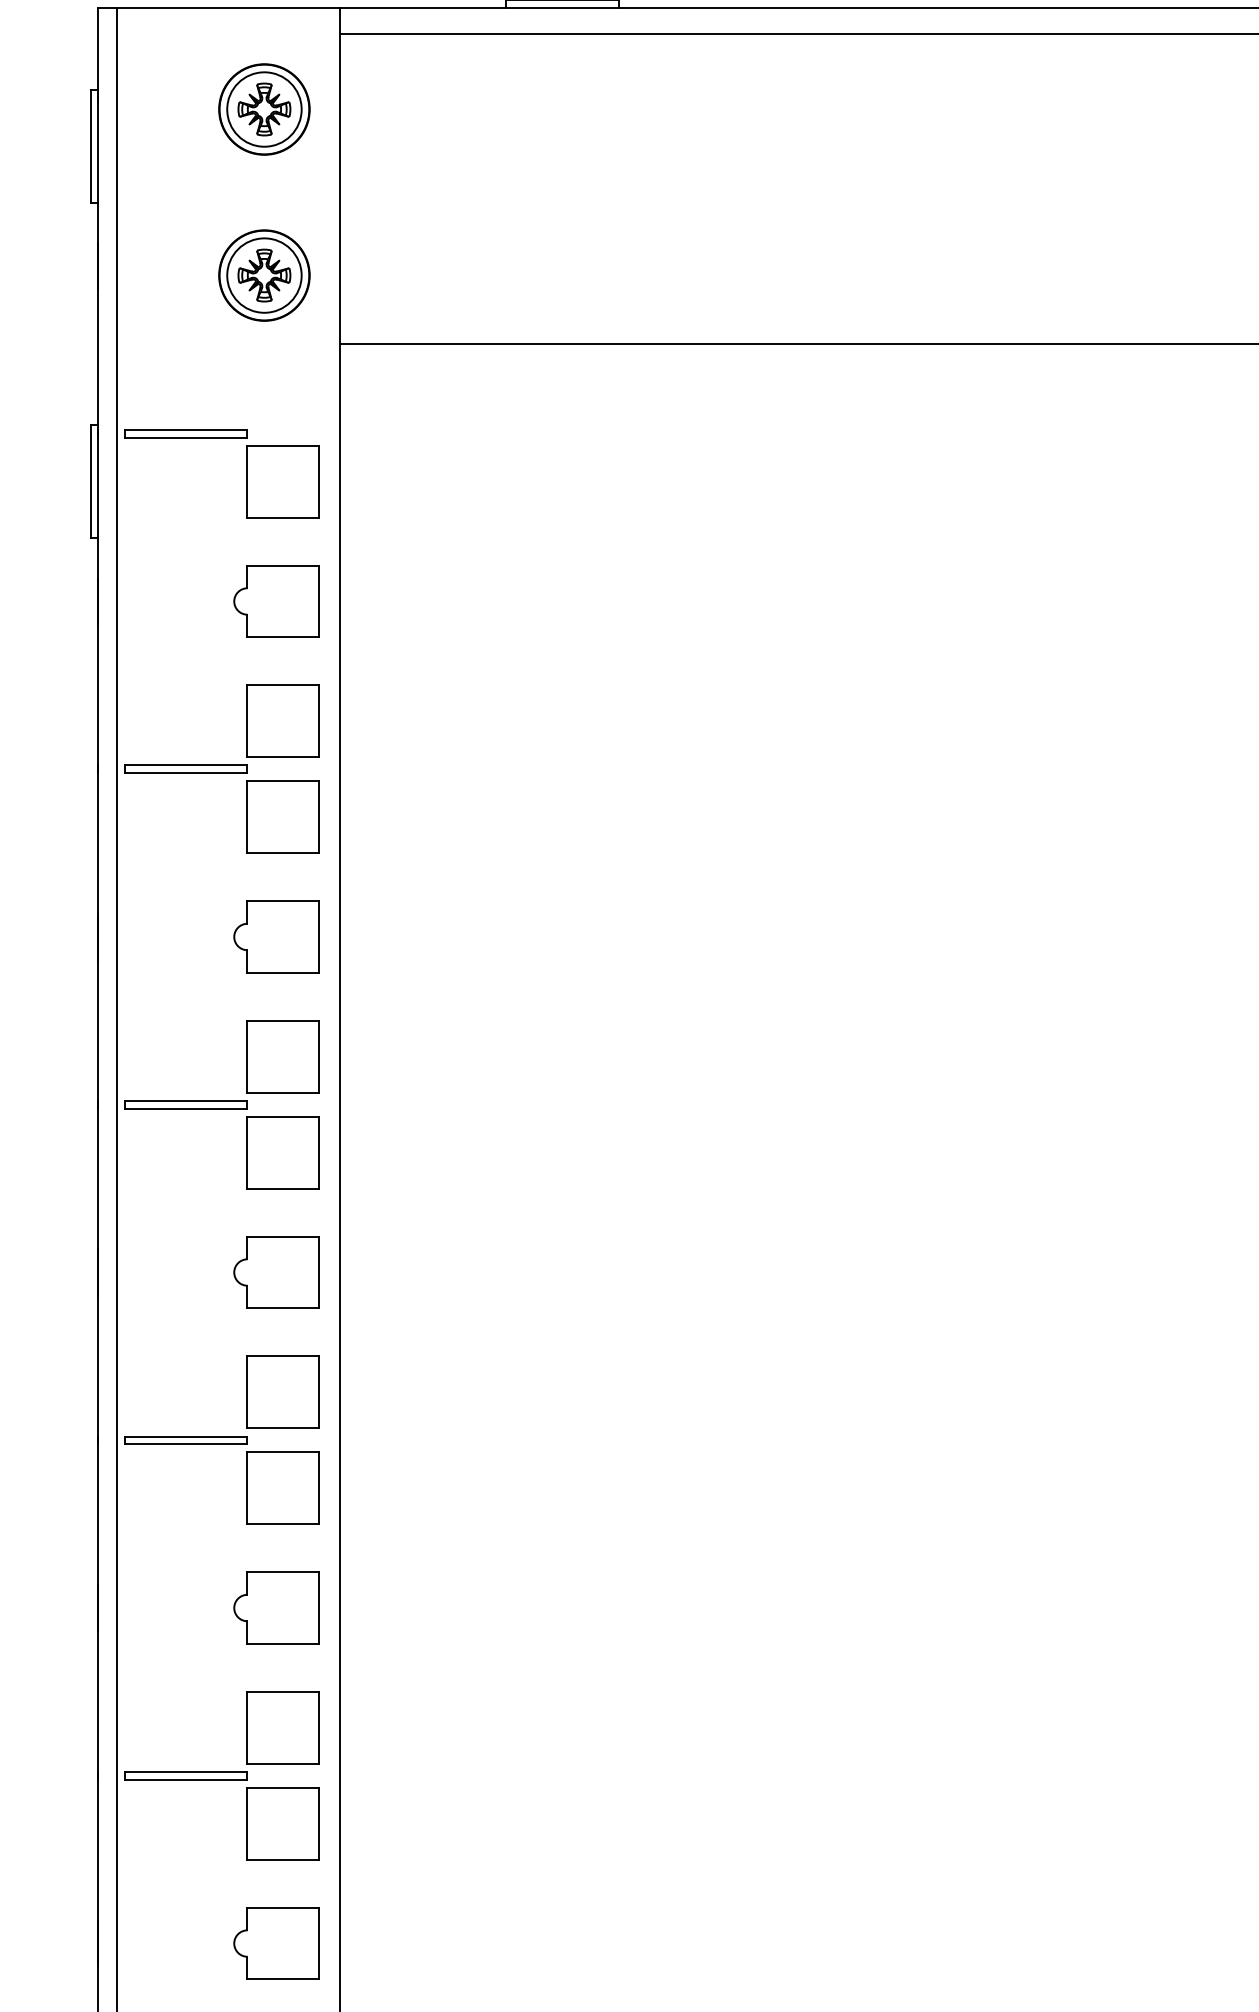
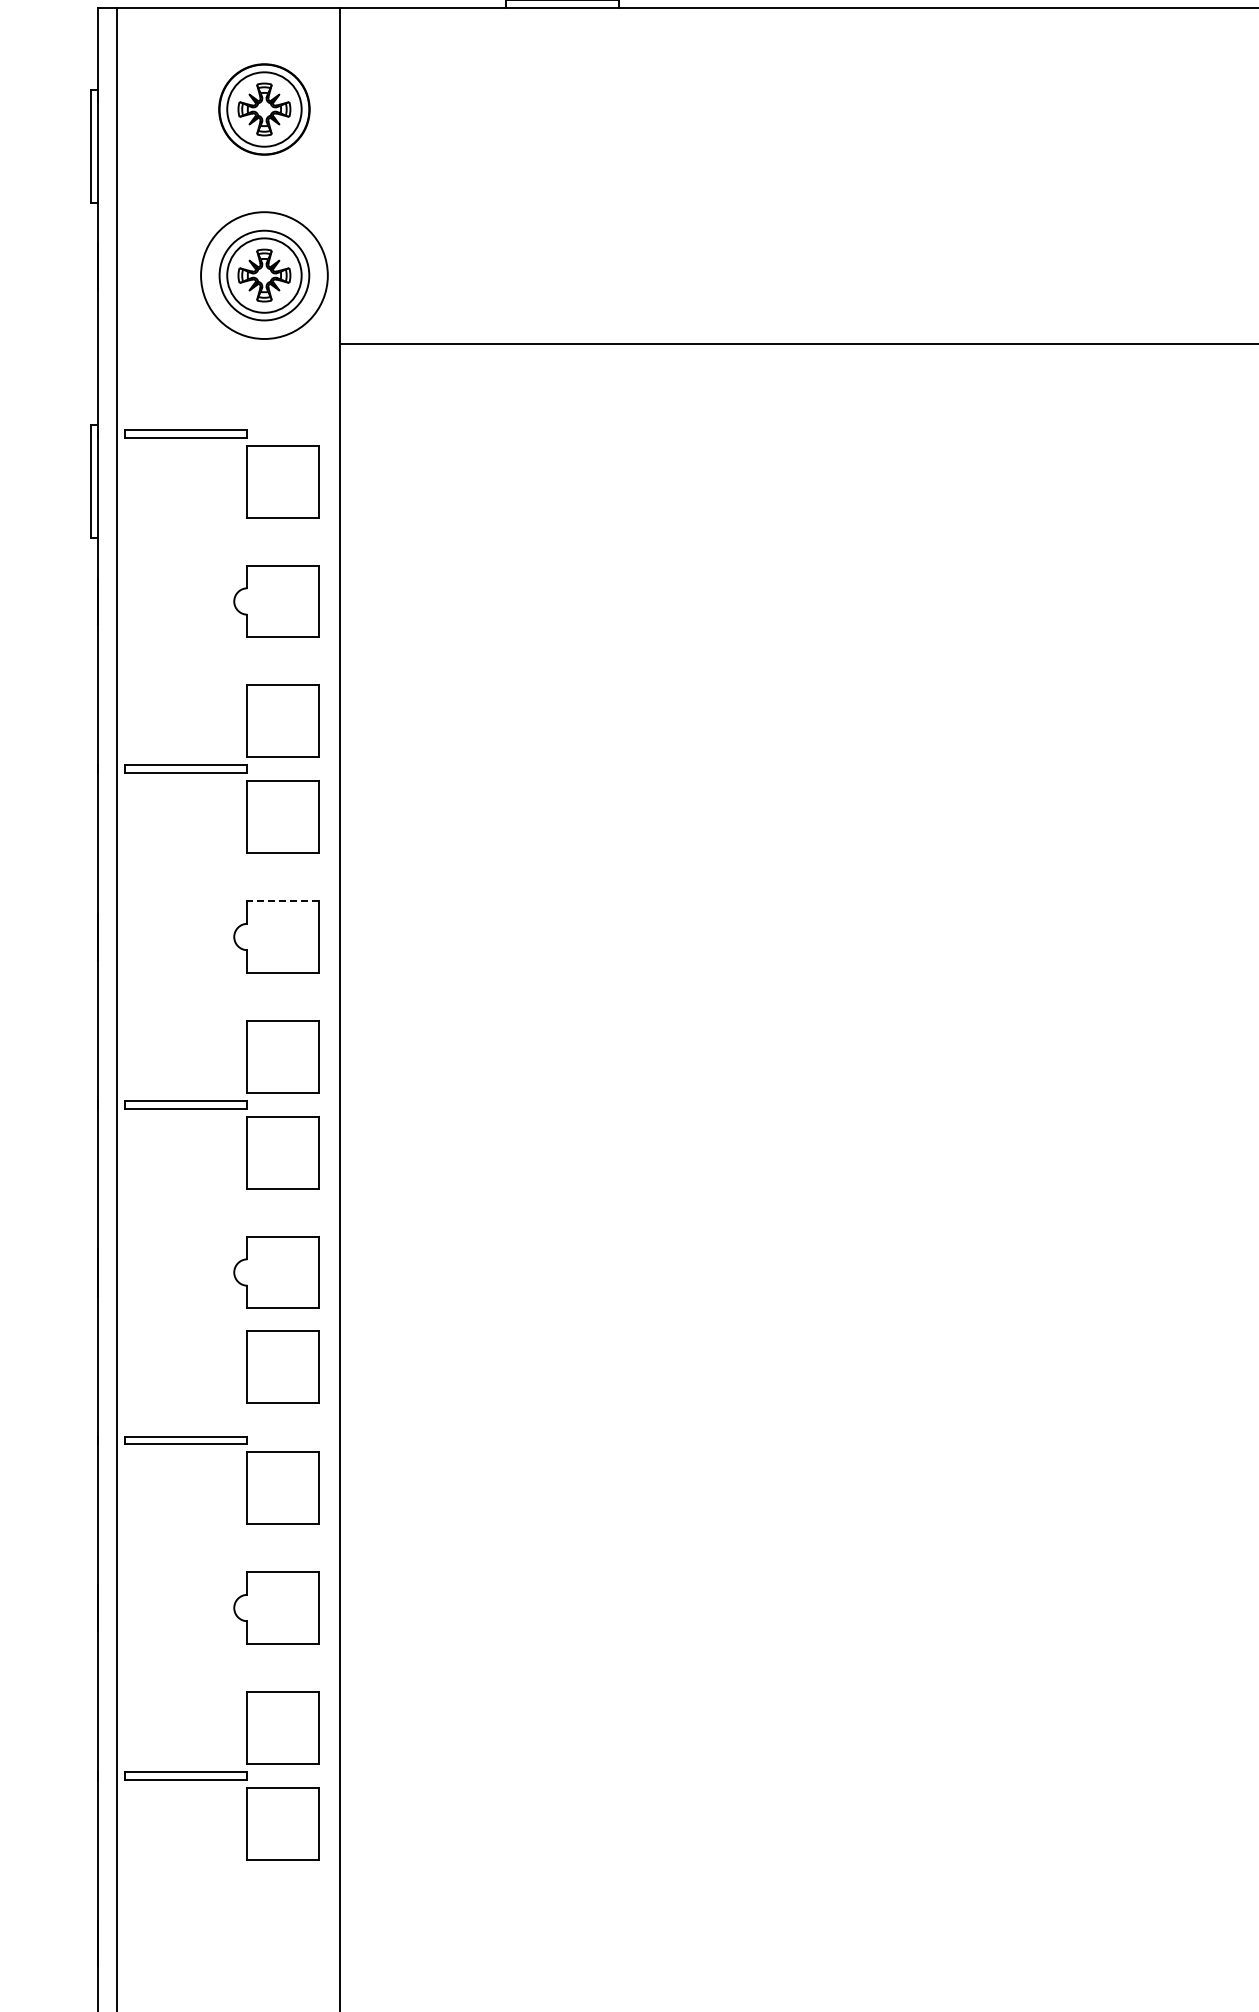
line at (797, 34): present -> none
circle at (264, 275) diameter: 91 px -> 127 px
line at (283, 901): solid -> dashed
part at (282, 1391) position: (282, 1391) -> (282, 1366)
part at (276, 1943): present -> none
